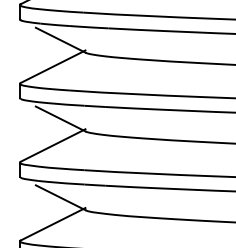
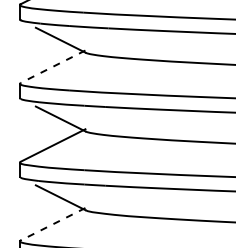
line at (52, 66): solid -> dashed
line at (52, 224): solid -> dashed
